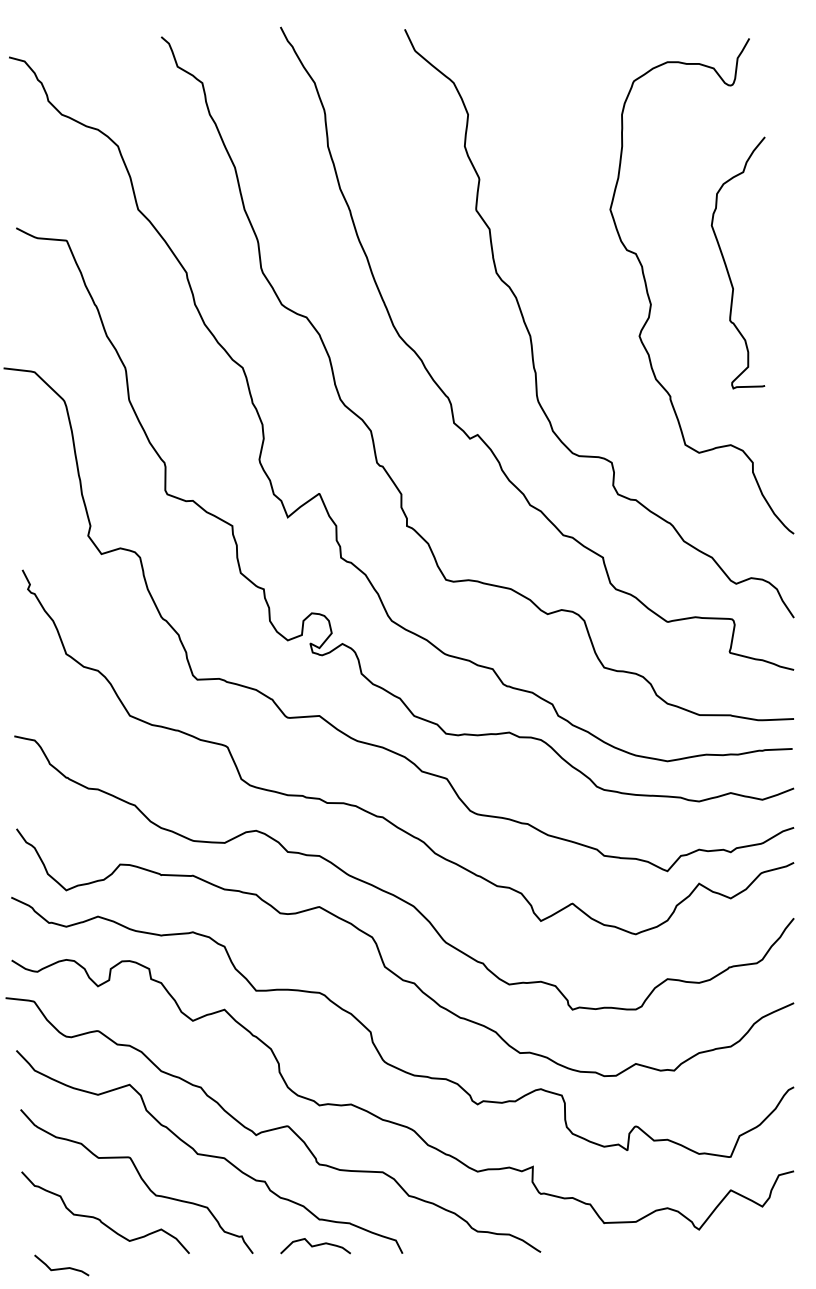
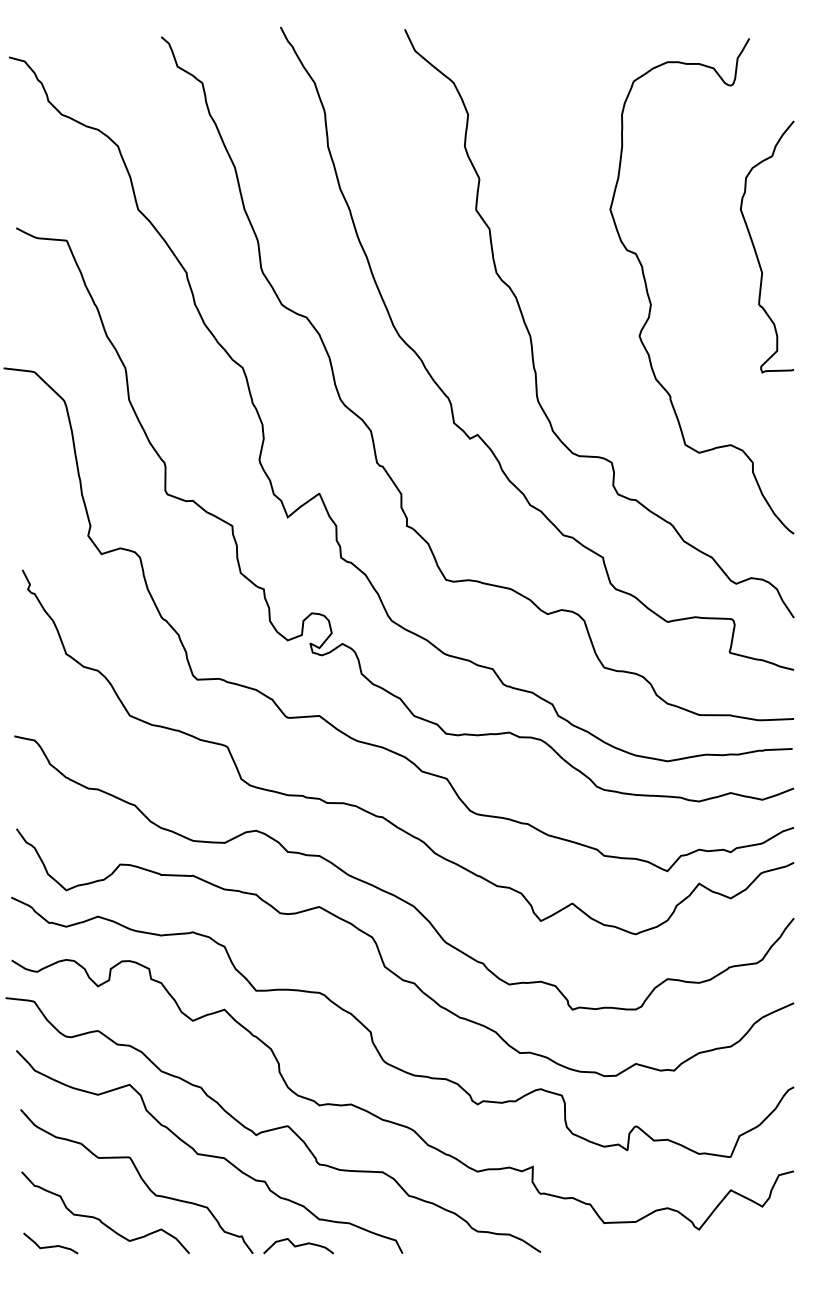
curve at (726, 263) position: (726, 263) -> (755, 247)
curve at (315, 1246) position: (315, 1246) -> (298, 1246)
curve at (63, 1267) position: (63, 1267) -> (52, 1245)
